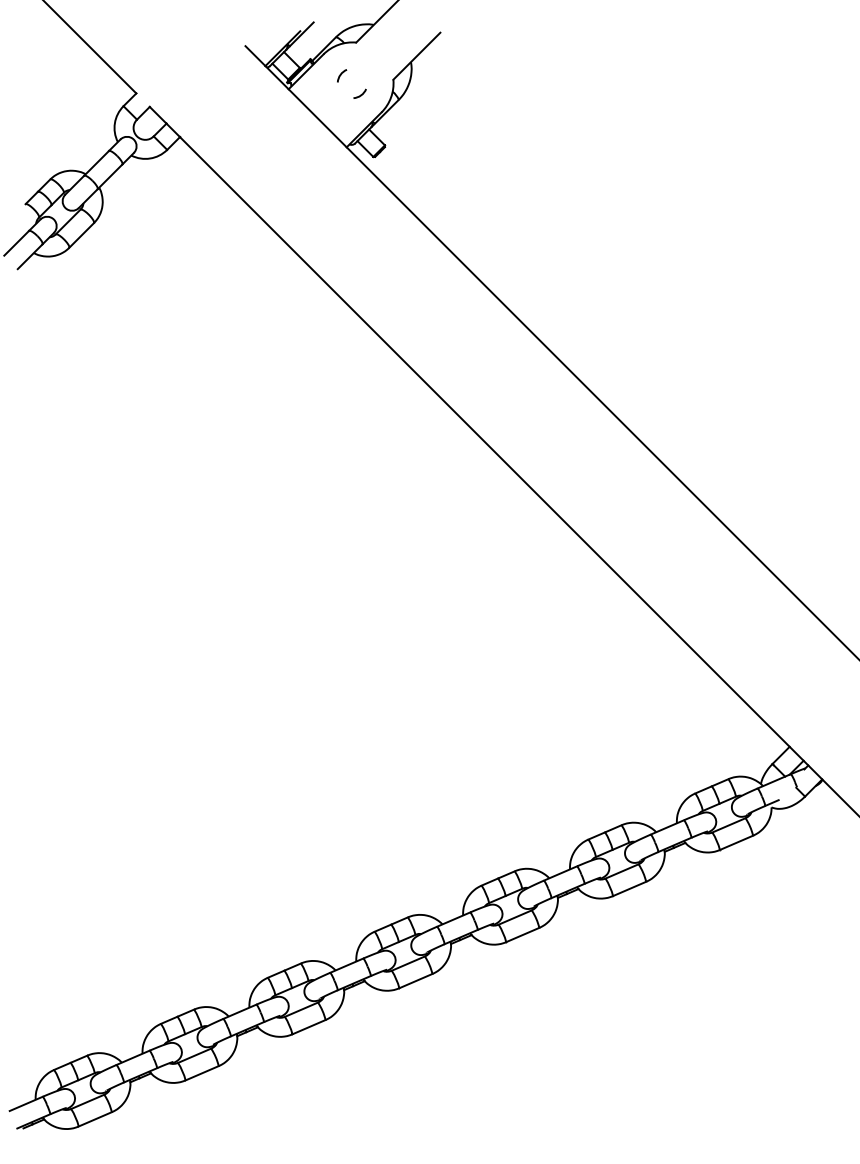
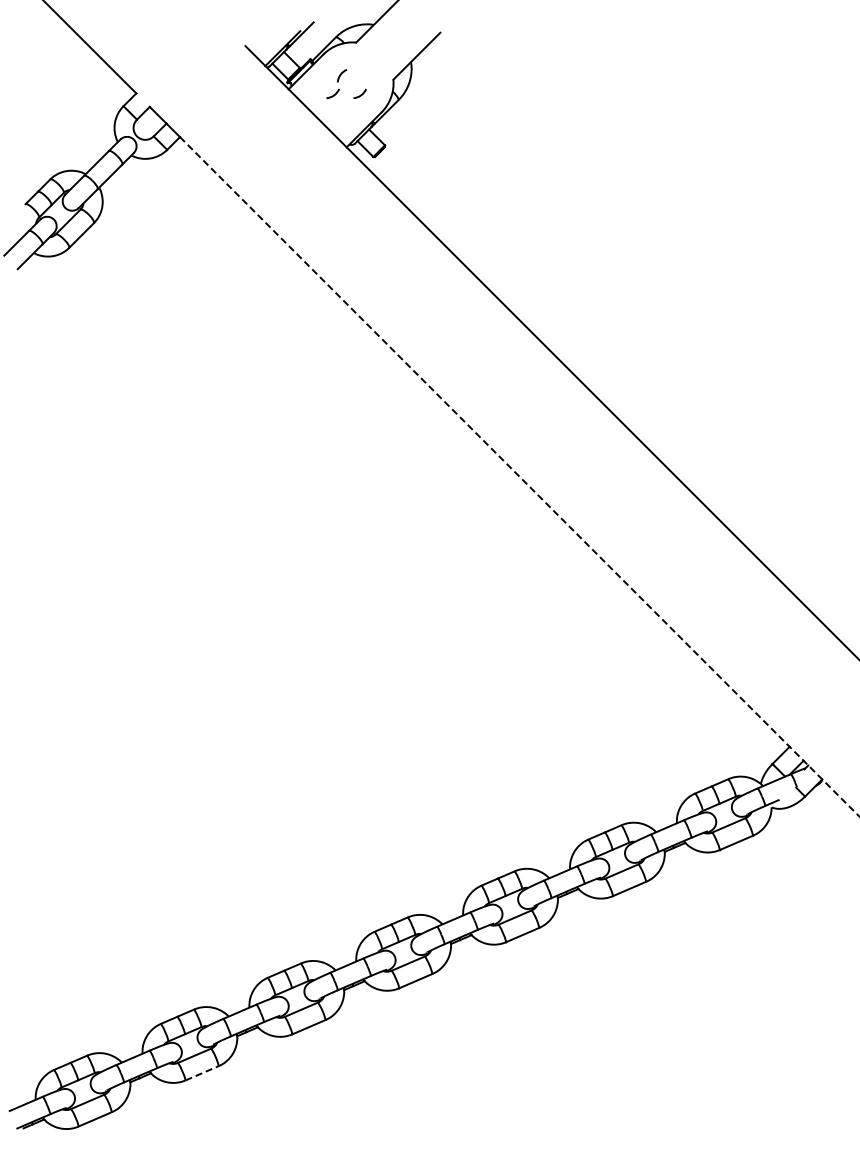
arc at (333, 94): none -> present
line at (520, 477): solid -> dashed
line at (202, 1073): solid -> dashed
